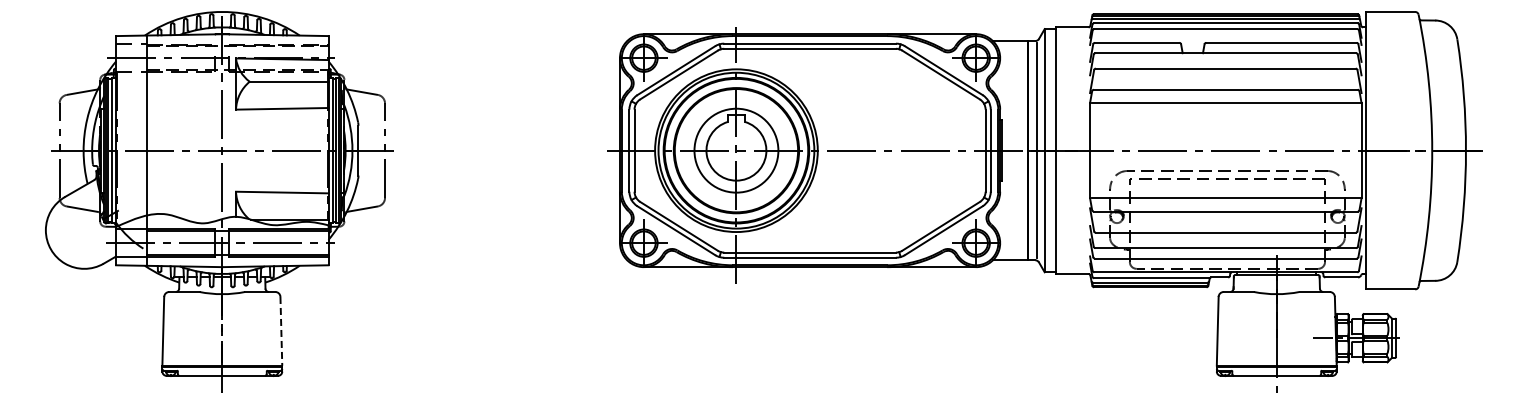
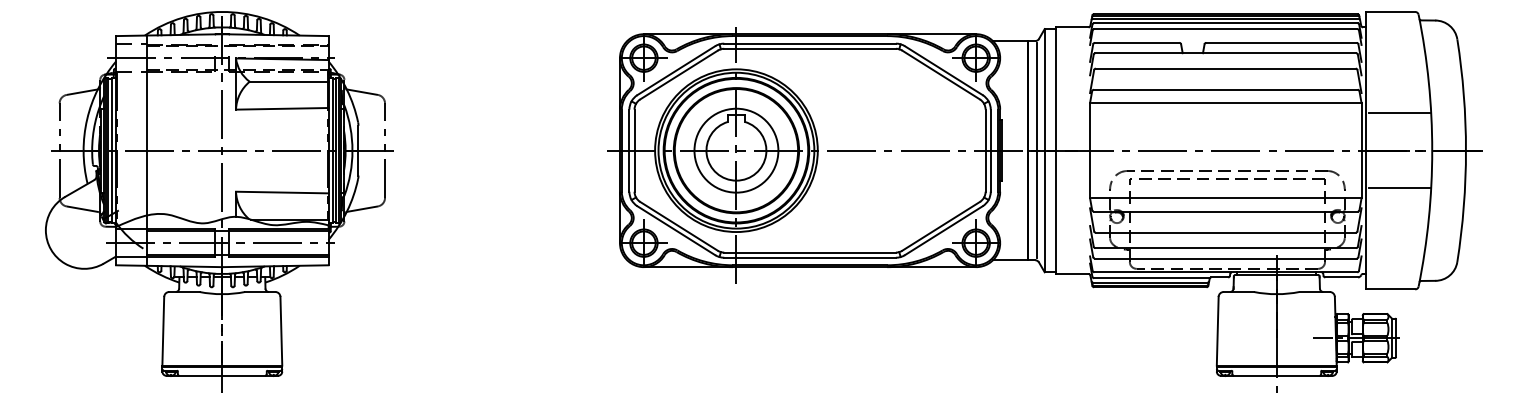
line at (1399, 113): none -> present
line at (1399, 188): none -> present
line at (281, 331): dashed -> solid
